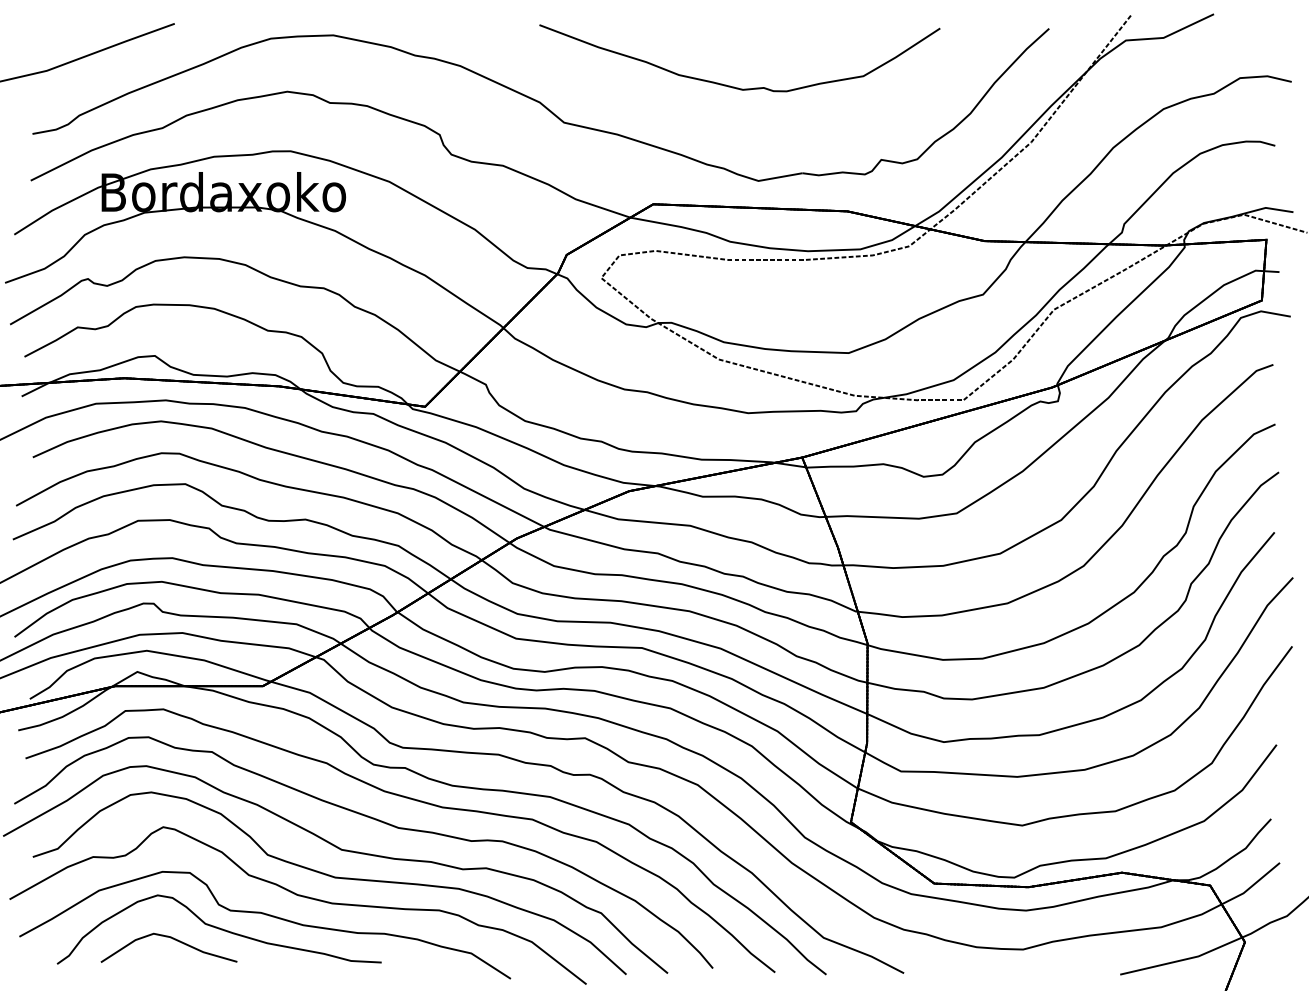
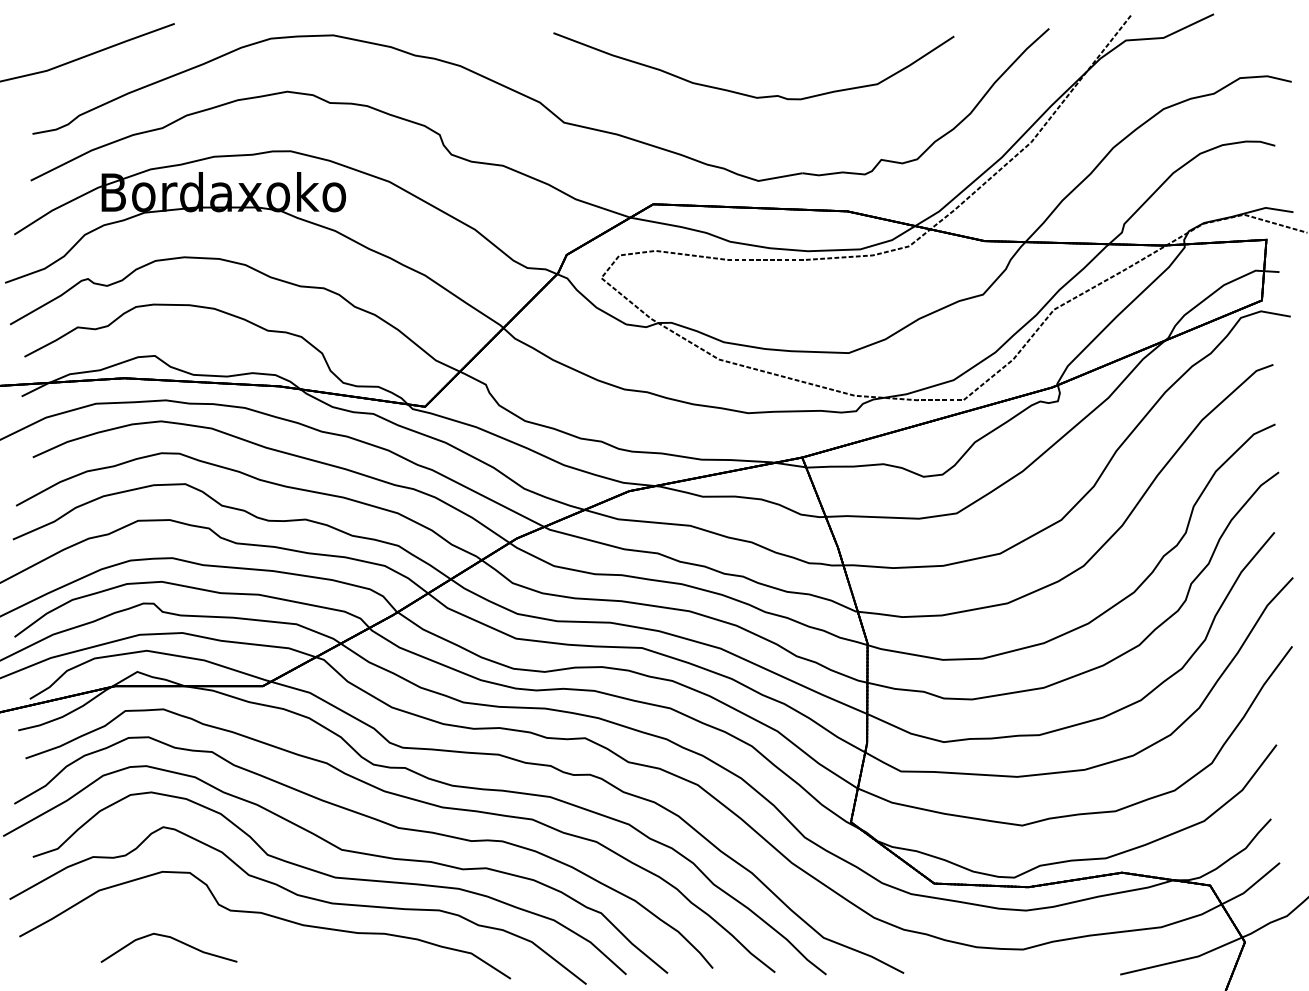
curve at (734, 86) position: (734, 86) -> (748, 94)
part at (218, 929): present -> none
